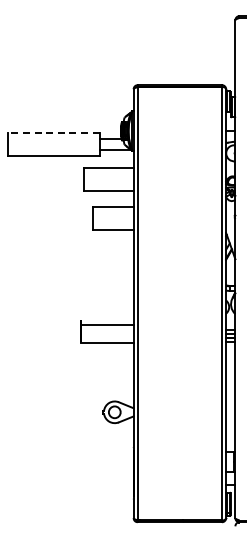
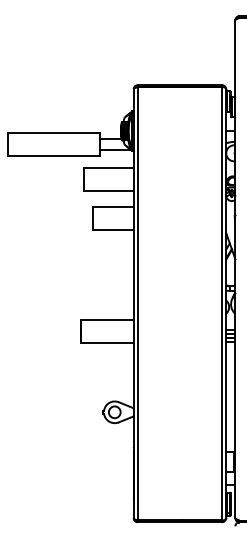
line at (53, 133): dashed -> solid
line at (106, 325) position: (106, 325) -> (106, 320)
